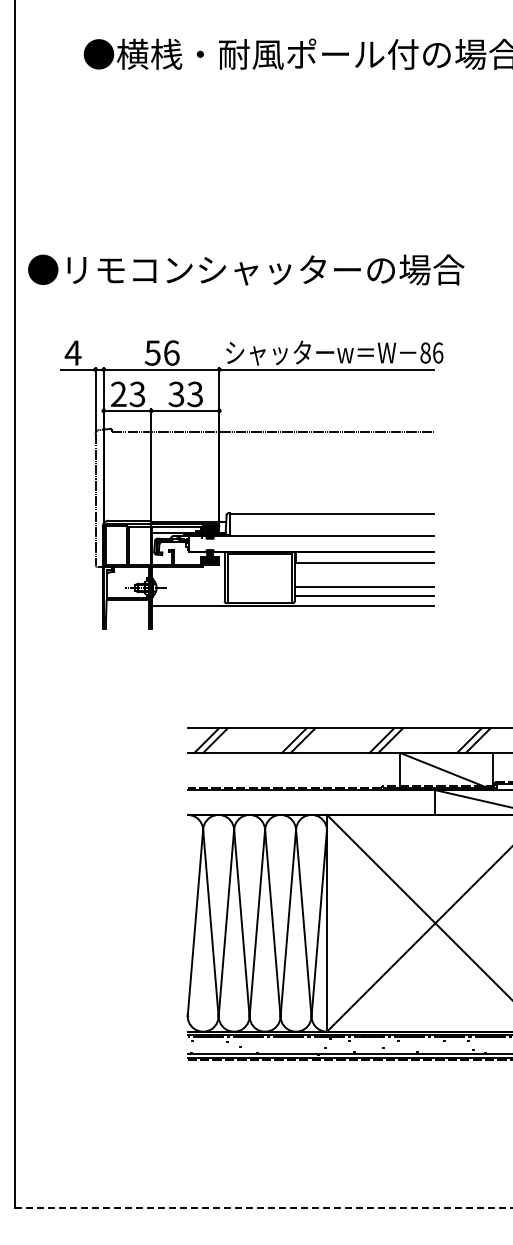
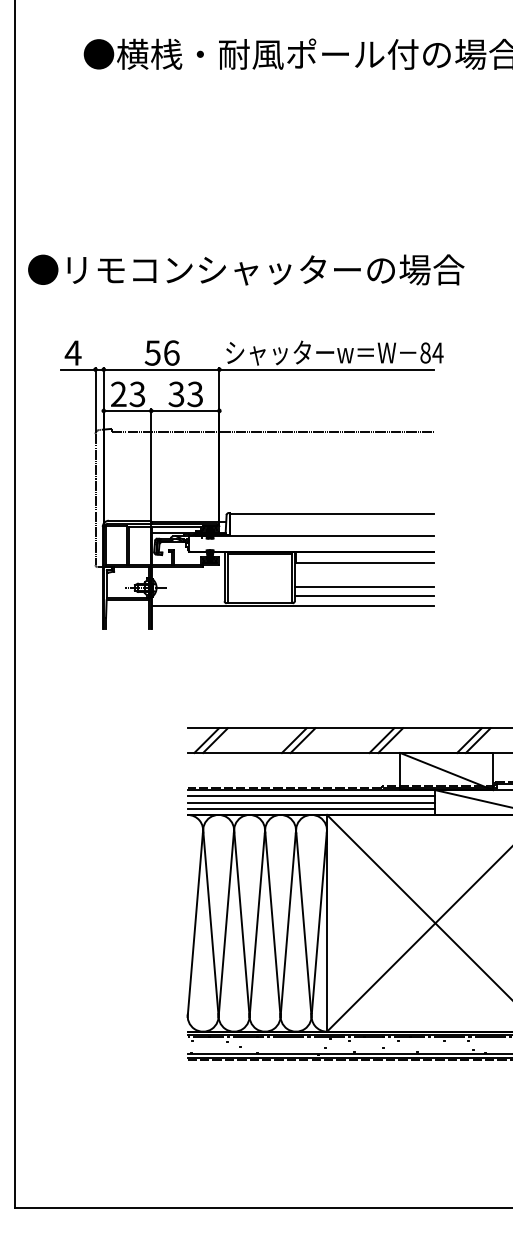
text at (437, 352): 86 -> 84
line at (311, 796): none -> present
line at (311, 802): none -> present
line at (311, 808): none -> present
line at (264, 1207): dashed -> solid
